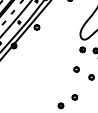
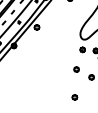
part at (60, 105): present -> none
